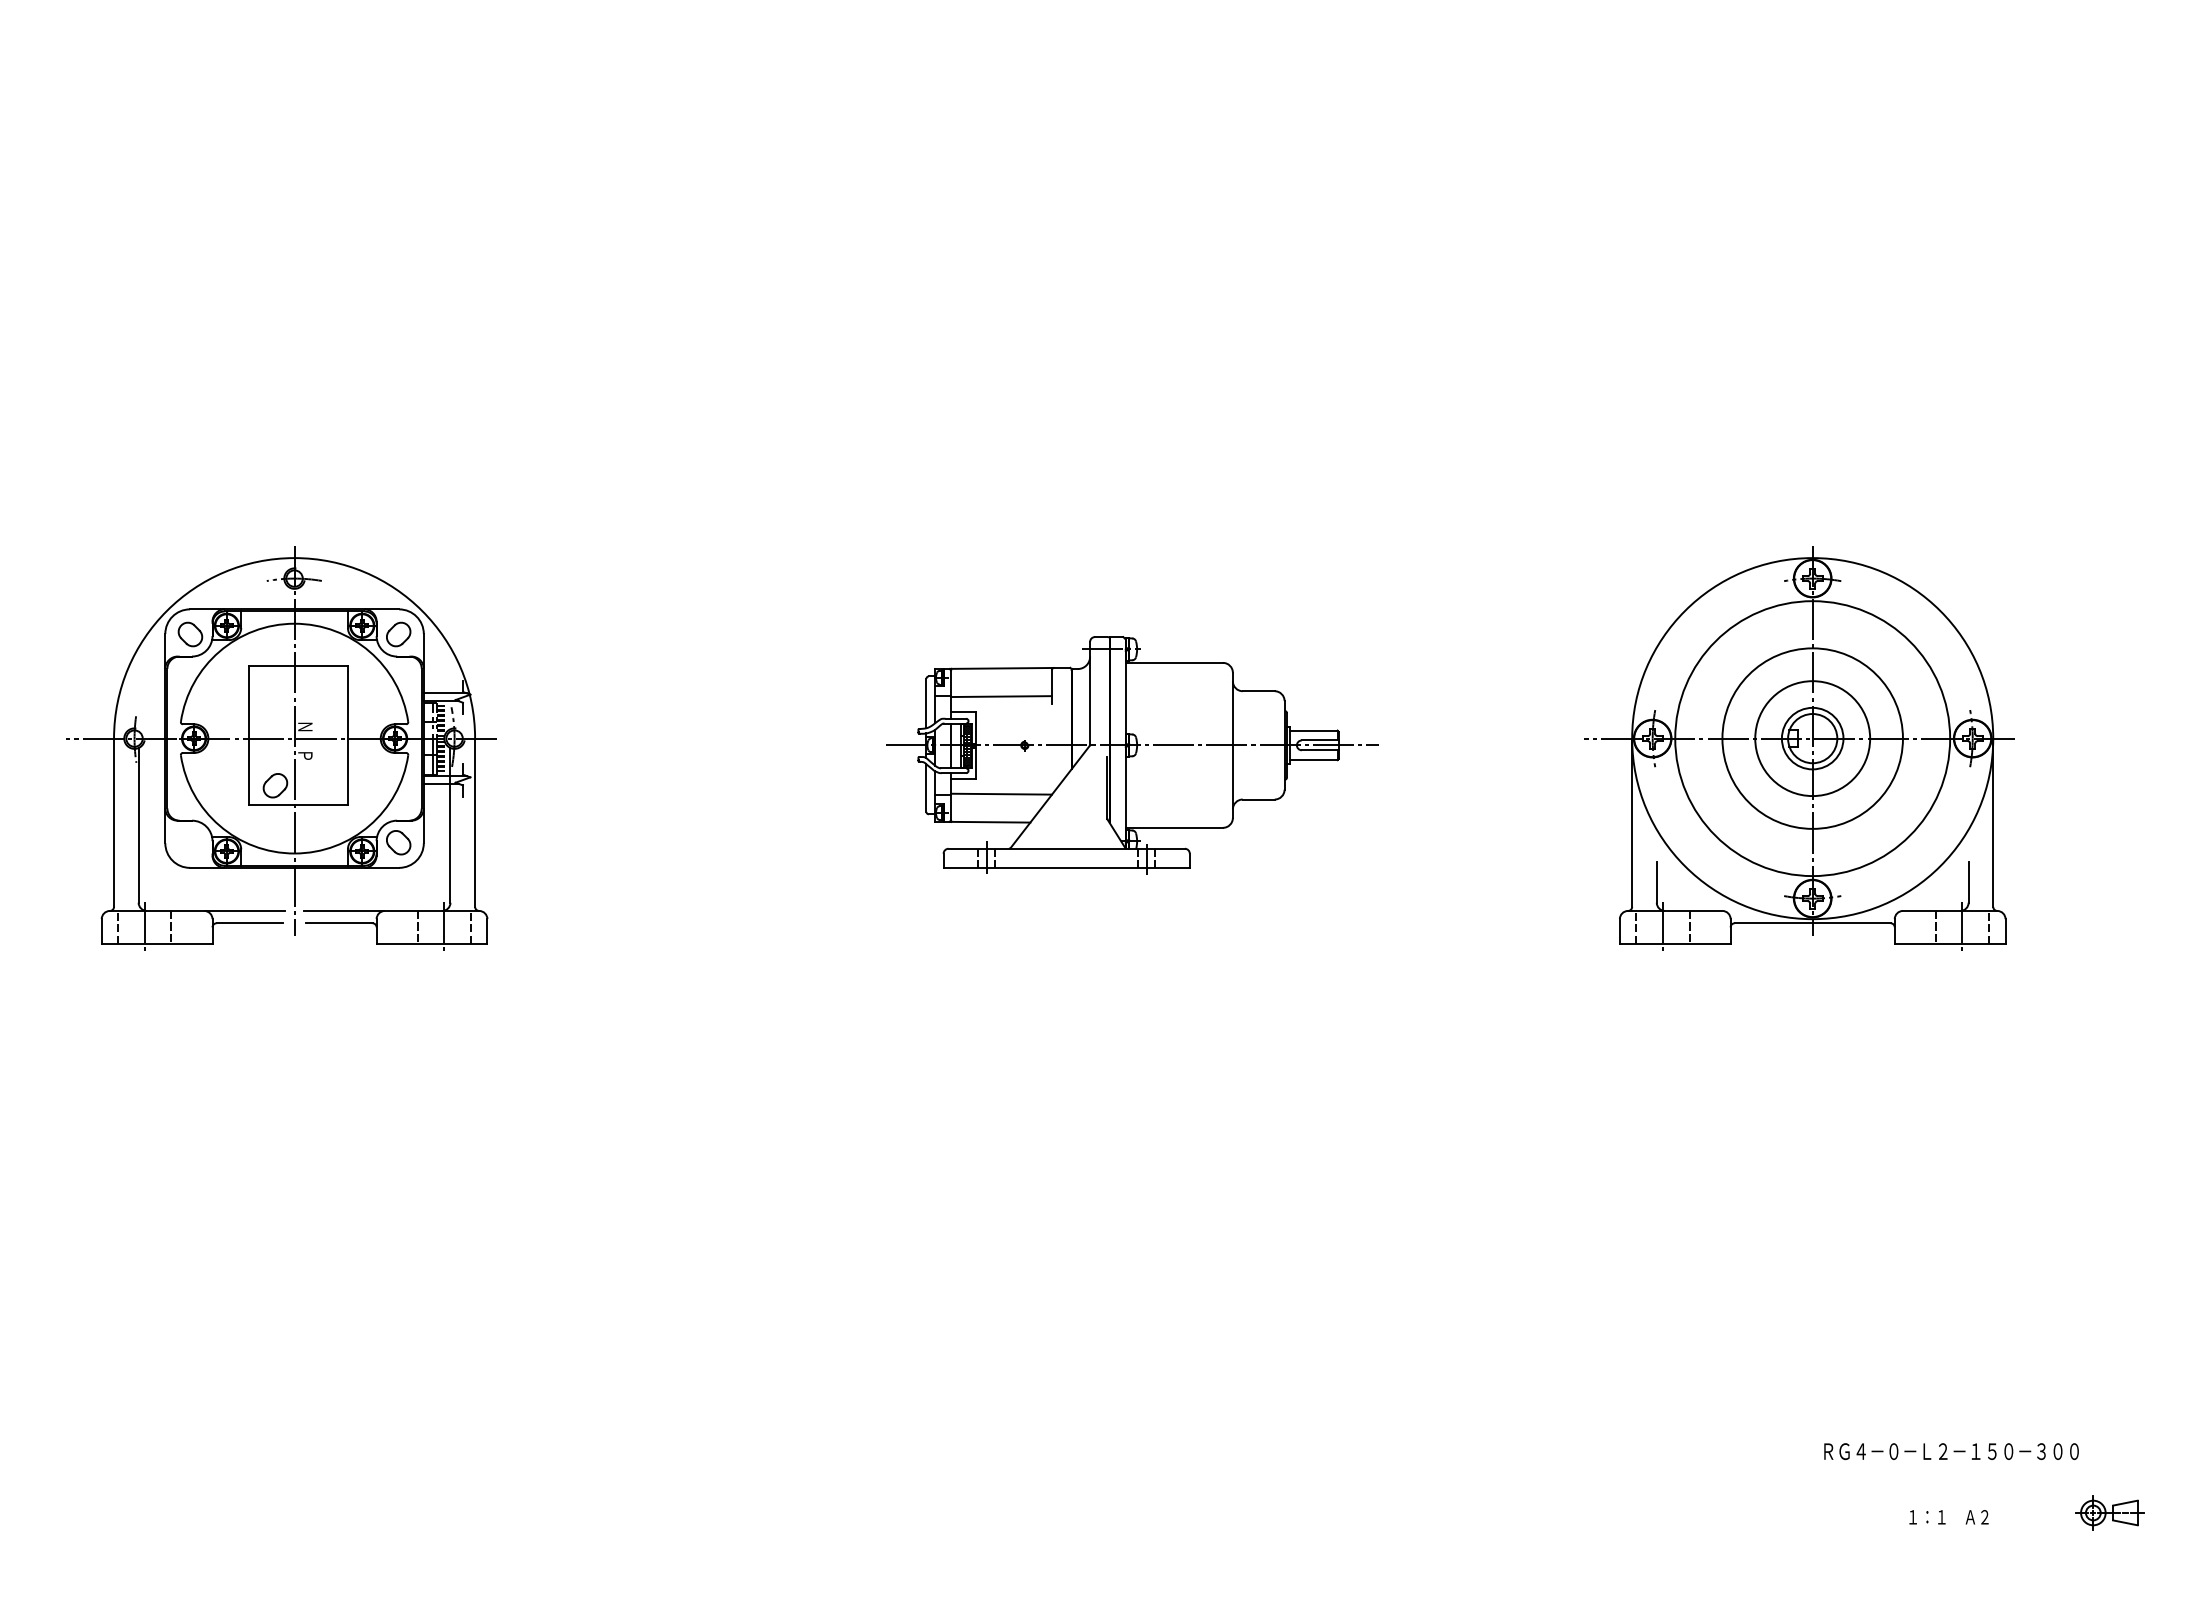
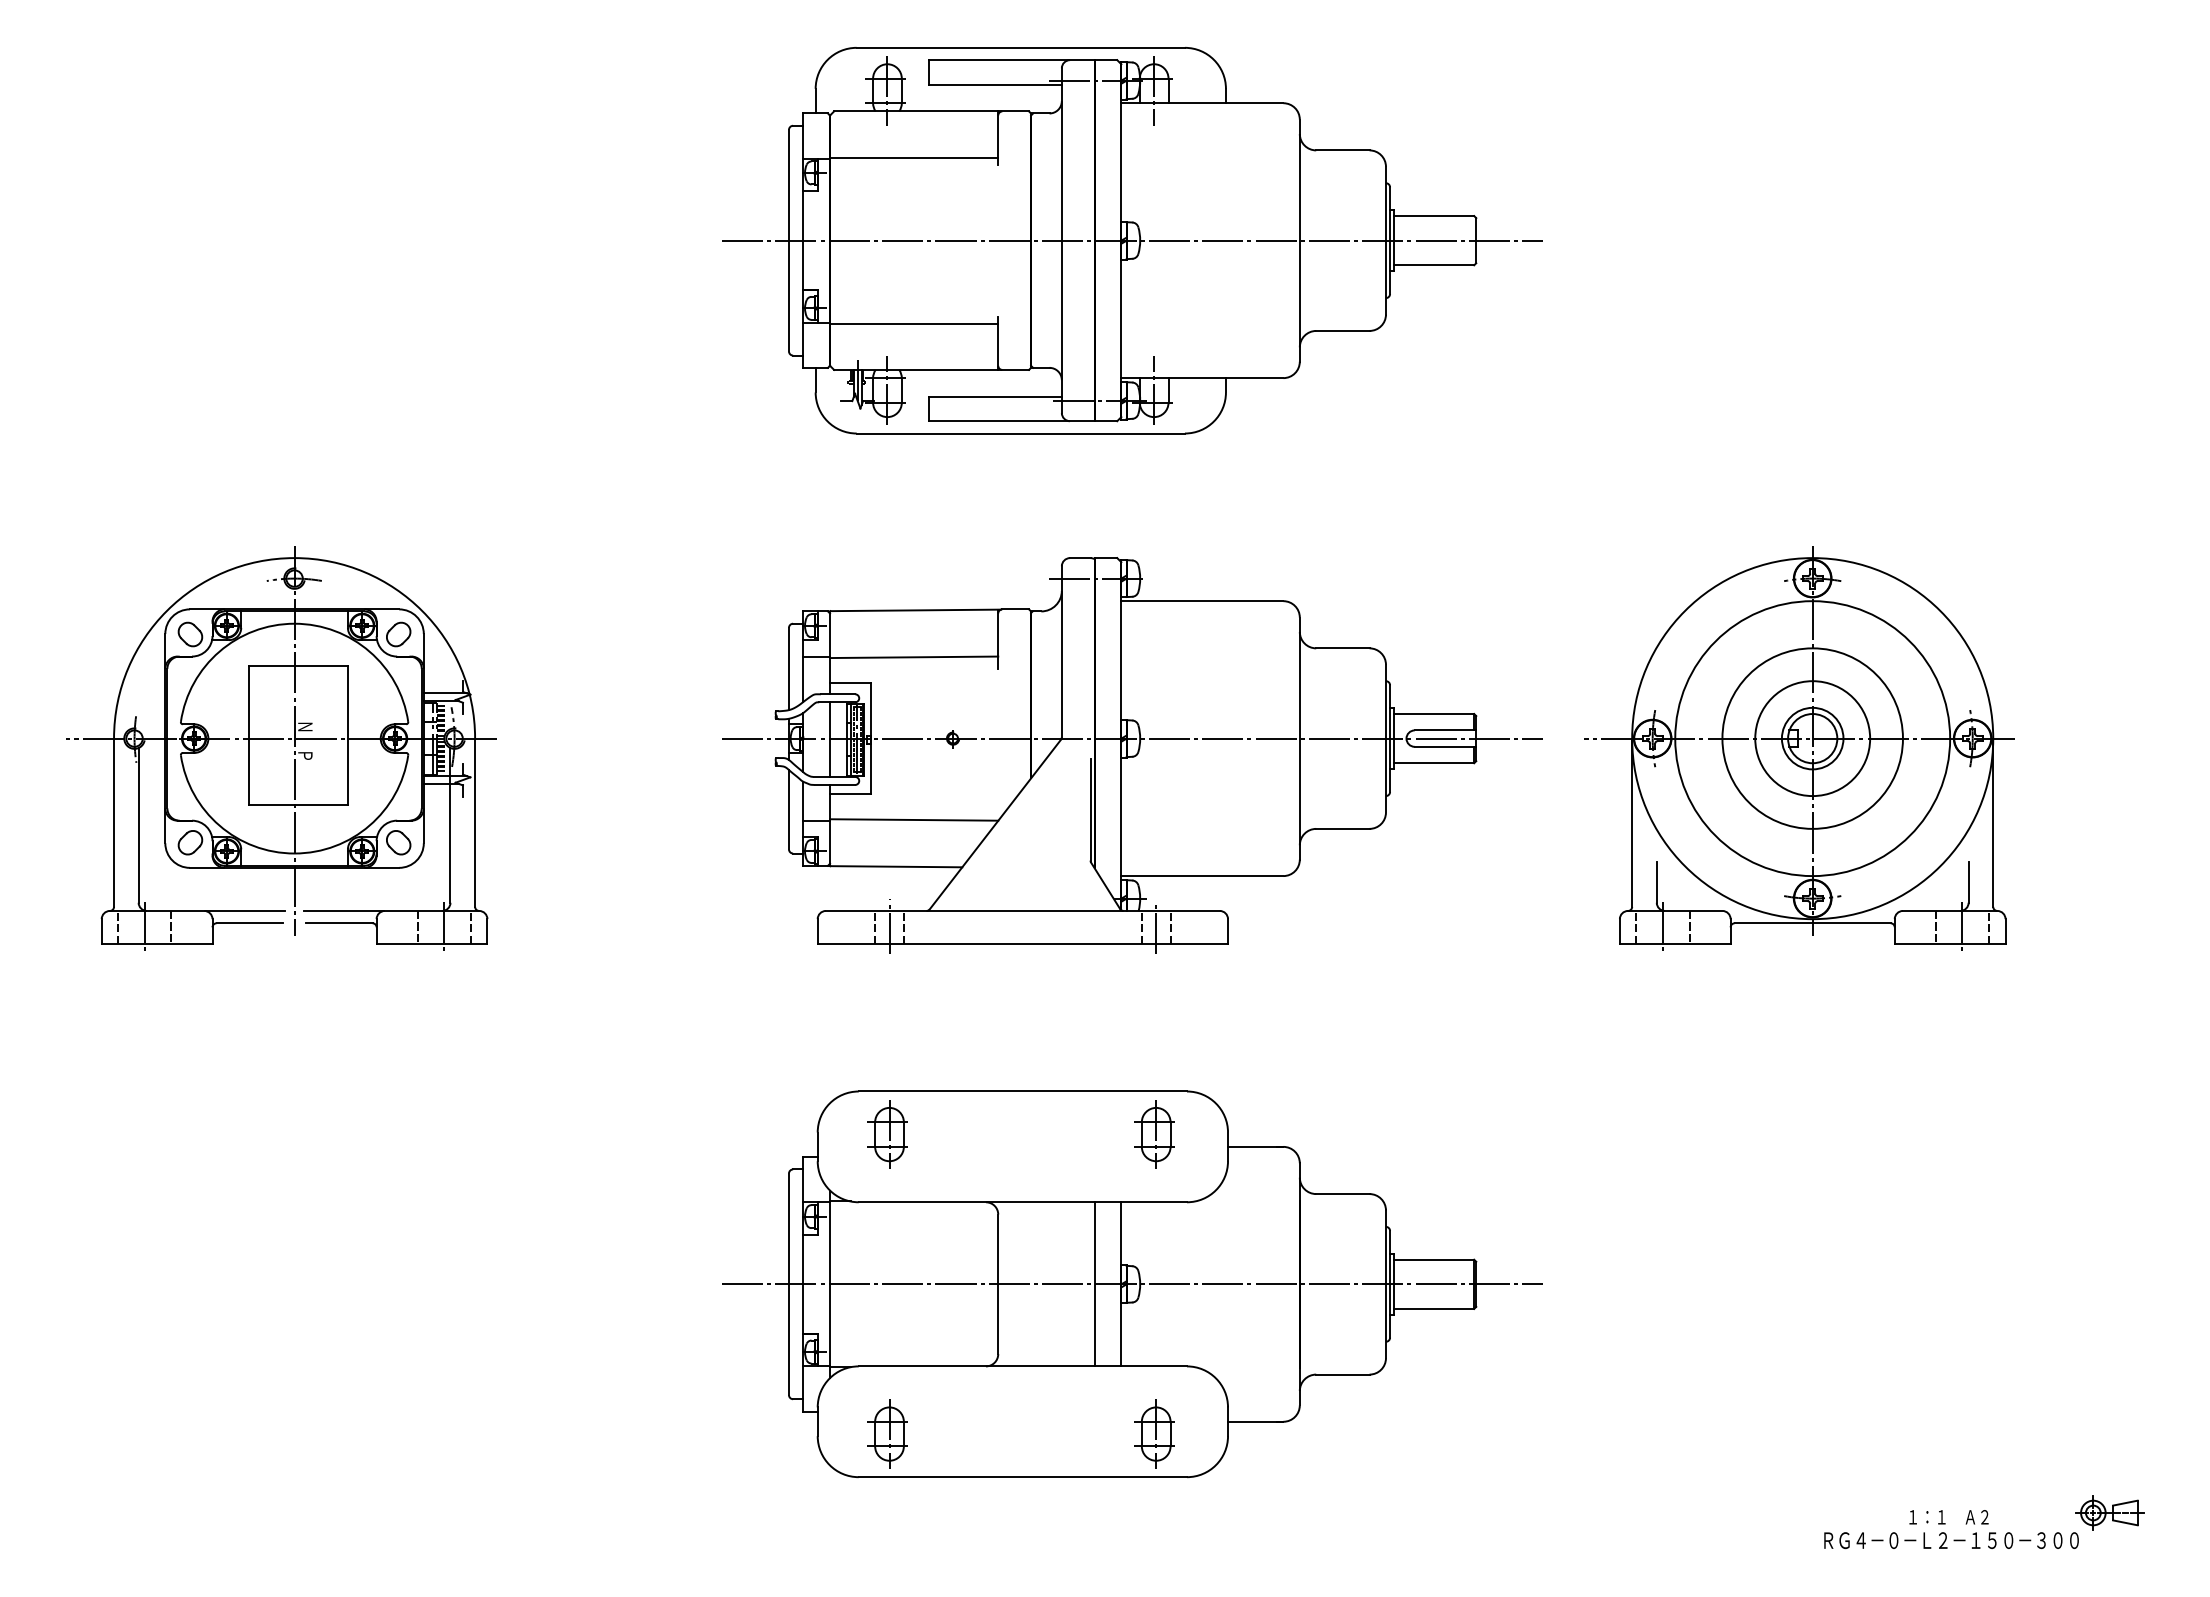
part at (1132, 240): none -> present
part at (1132, 755) size: 493x239 px -> 821x397 px
part at (275, 785) position: (275, 785) -> (190, 842)
part at (1132, 1284): none -> present
text at (1951, 1451) position: (1951, 1451) -> (1951, 1540)
